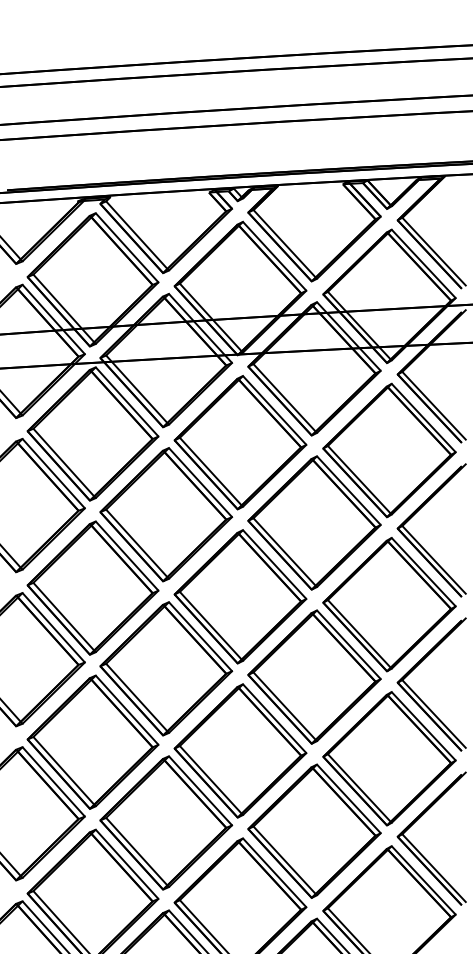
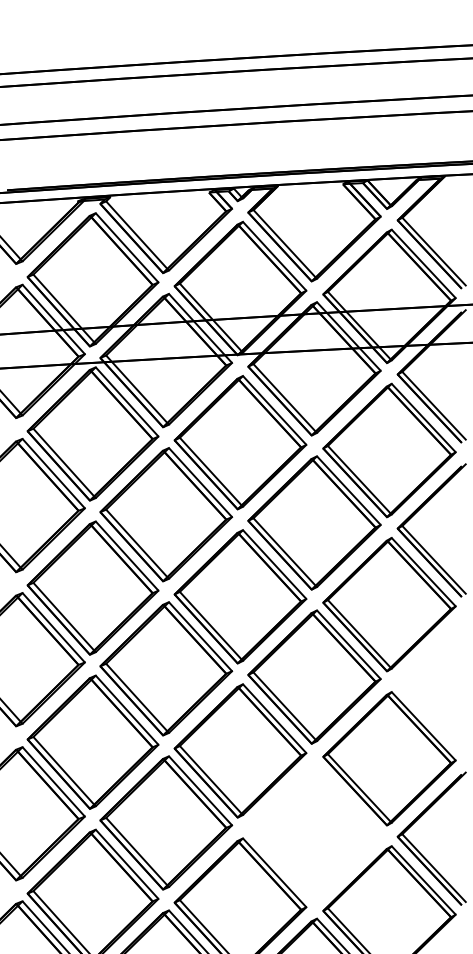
part at (418, 695): present -> none
part at (314, 830): present -> none
